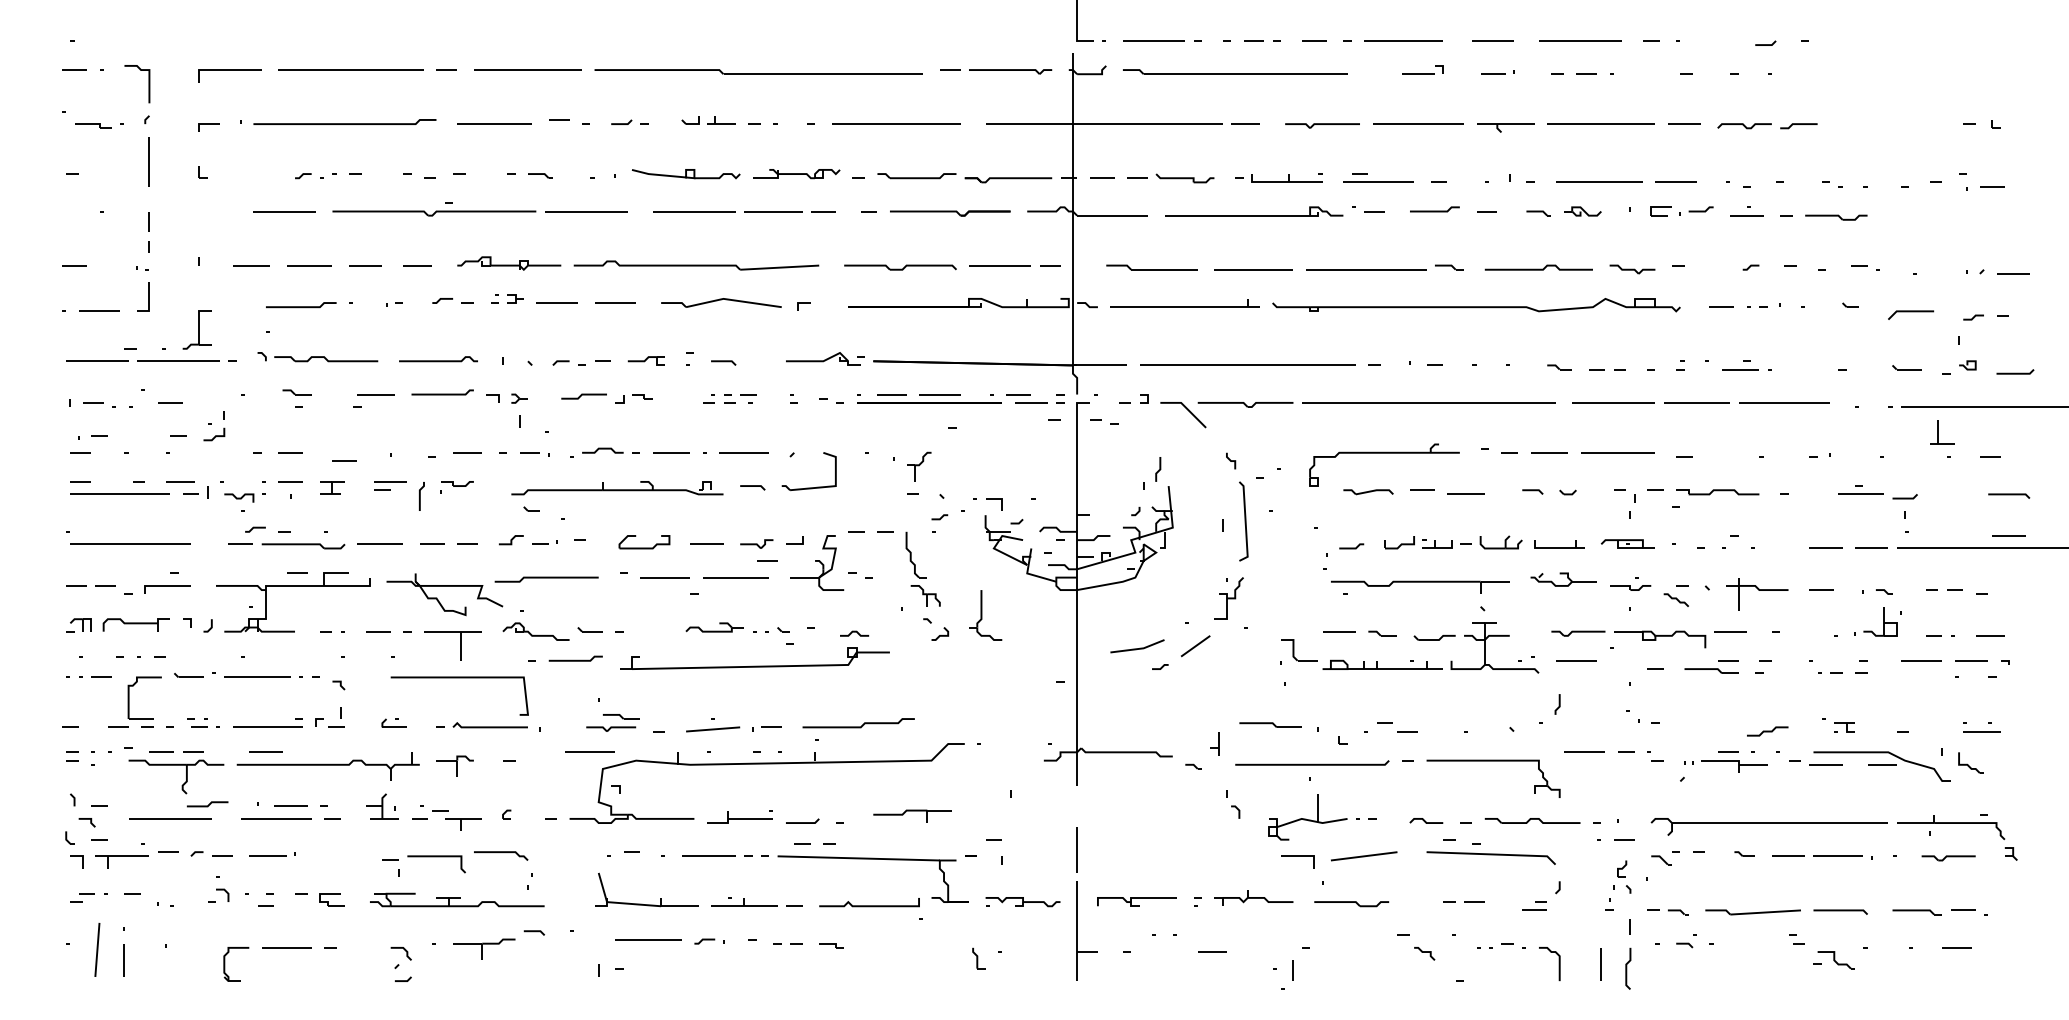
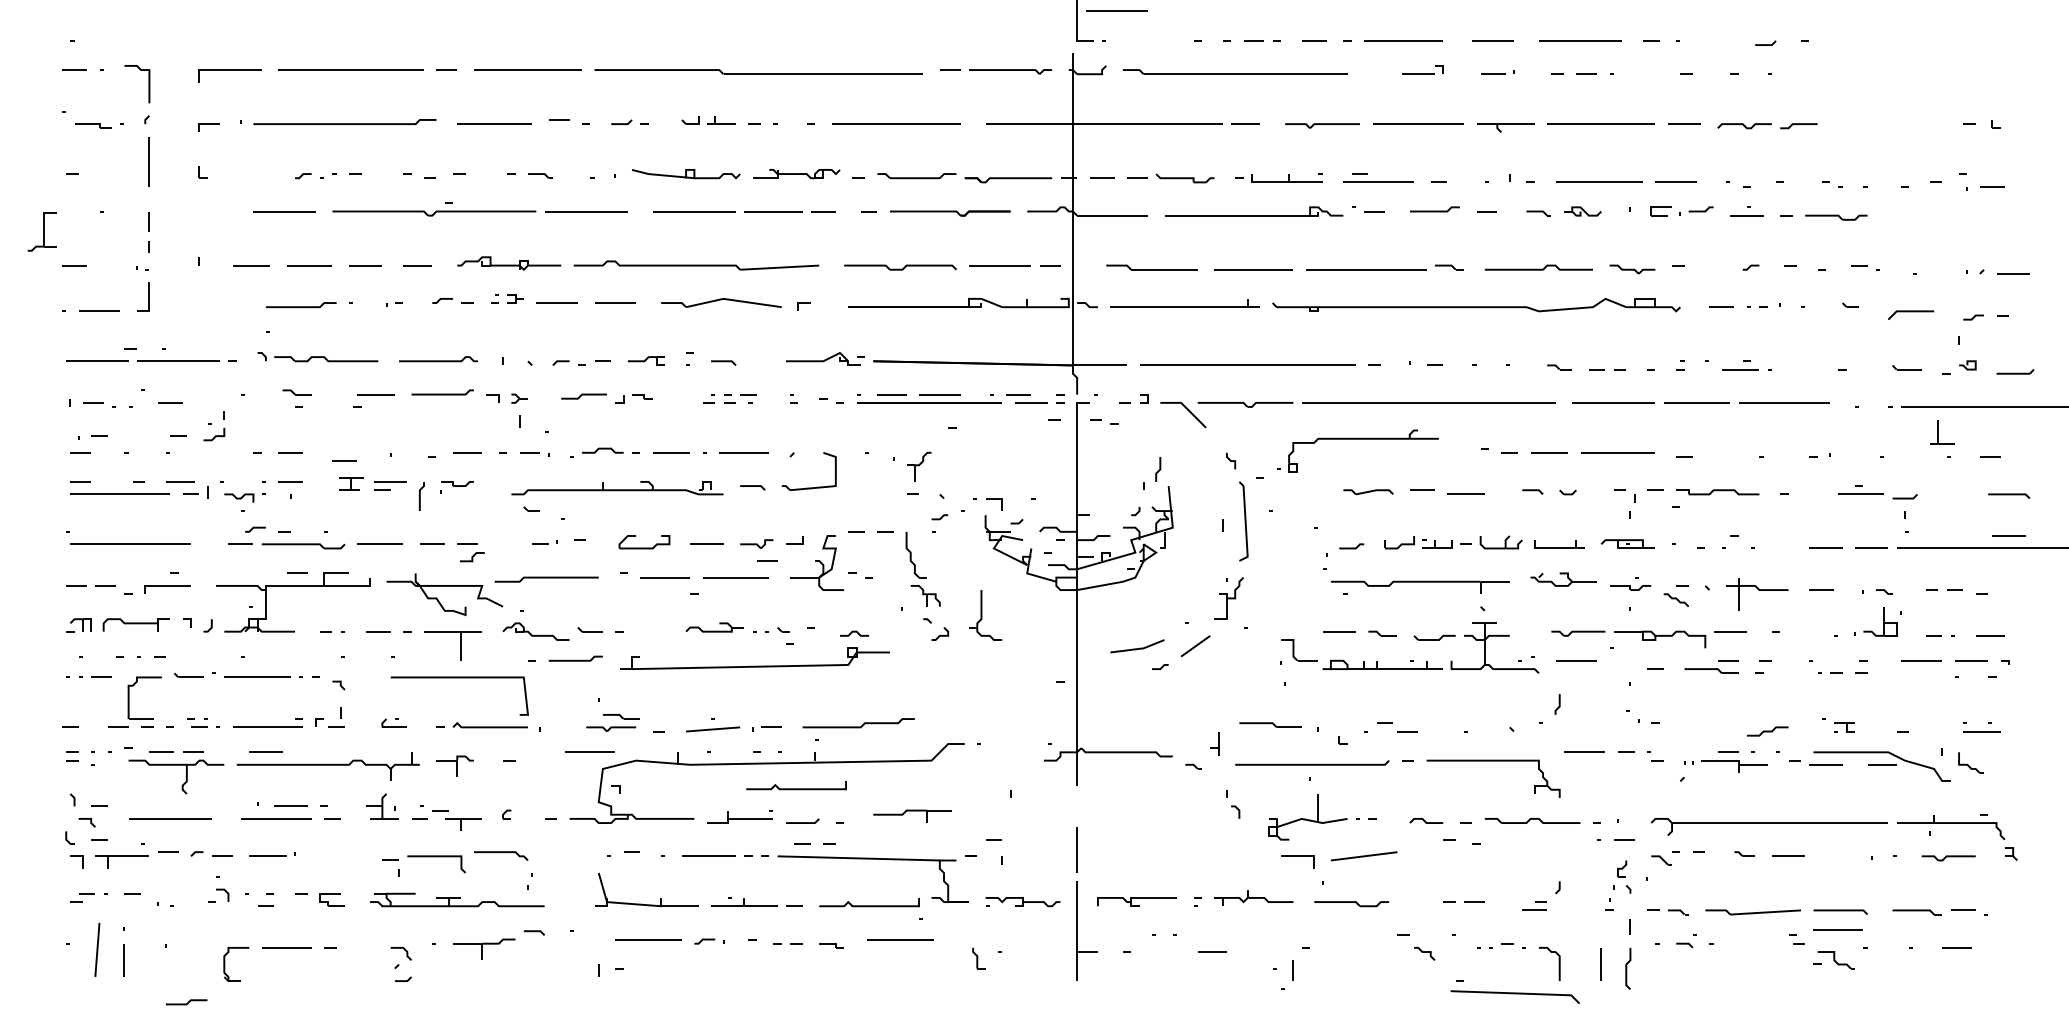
line at (1153, 40) position: (1153, 40) -> (1116, 10)
part at (196, 329) position: (196, 329) -> (41, 231)
part at (1384, 453) position: (1384, 453) -> (1363, 439)
part at (332, 487) position: (332, 487) -> (351, 483)
line at (511, 540) position: (511, 540) -> (472, 557)
curve at (796, 788): none -> present
line at (208, 804) position: (208, 804) -> (187, 1002)
line at (1490, 855) position: (1490, 855) -> (1514, 994)
line at (1837, 855) position: (1837, 855) -> (1837, 929)
line at (900, 939): none -> present
